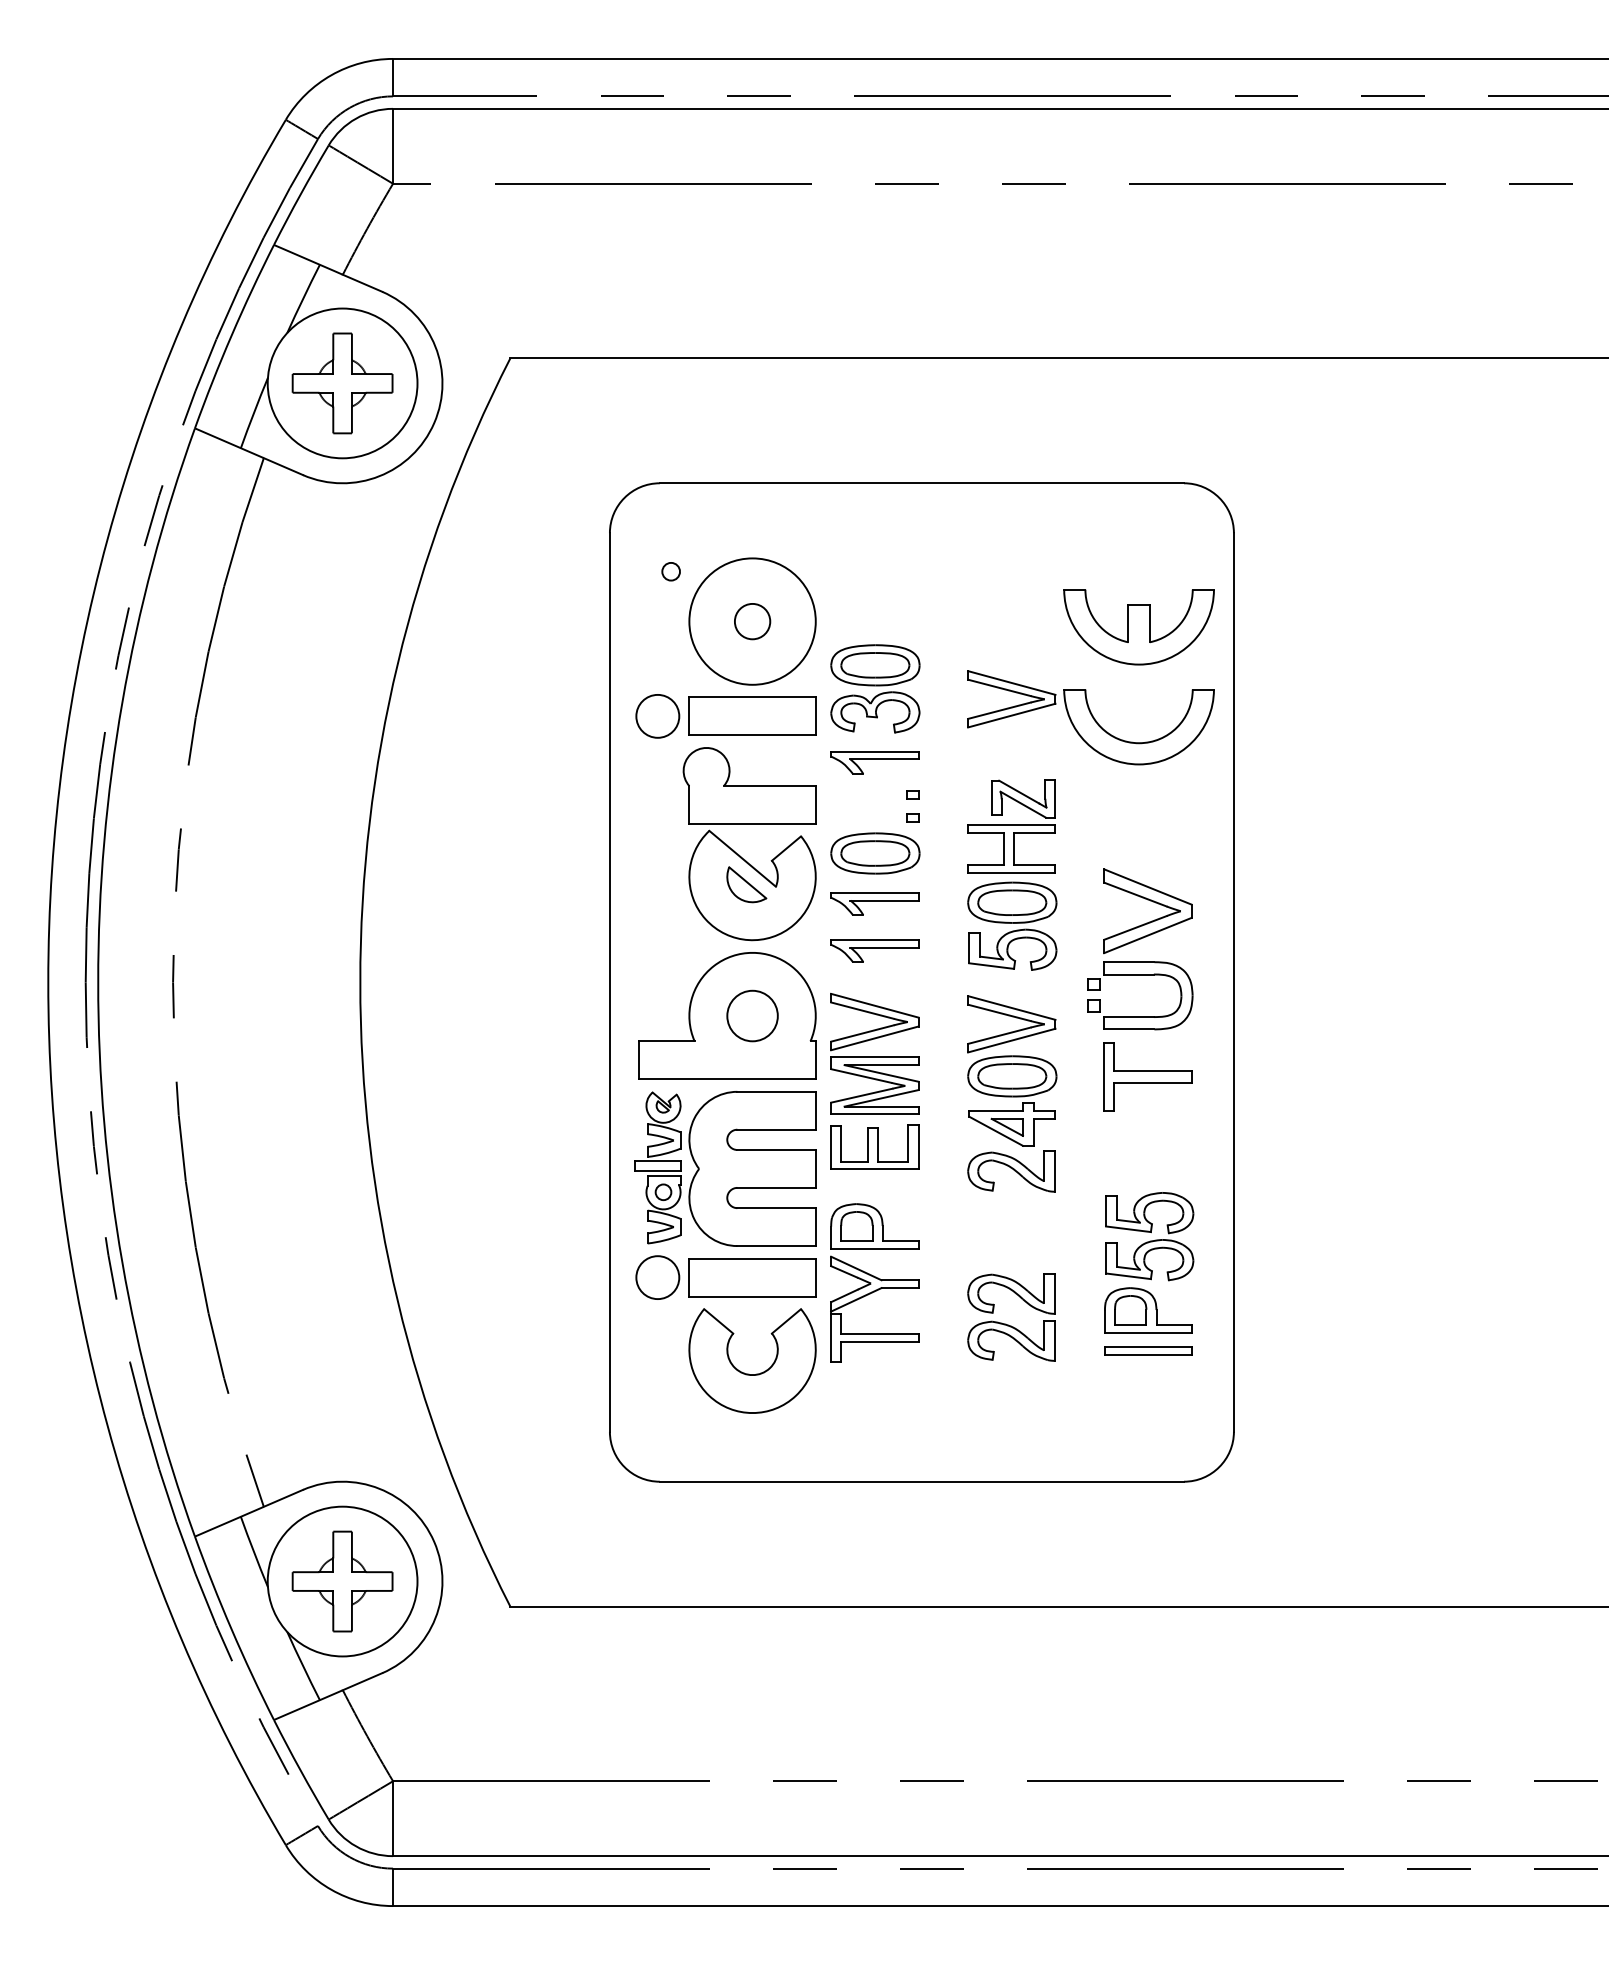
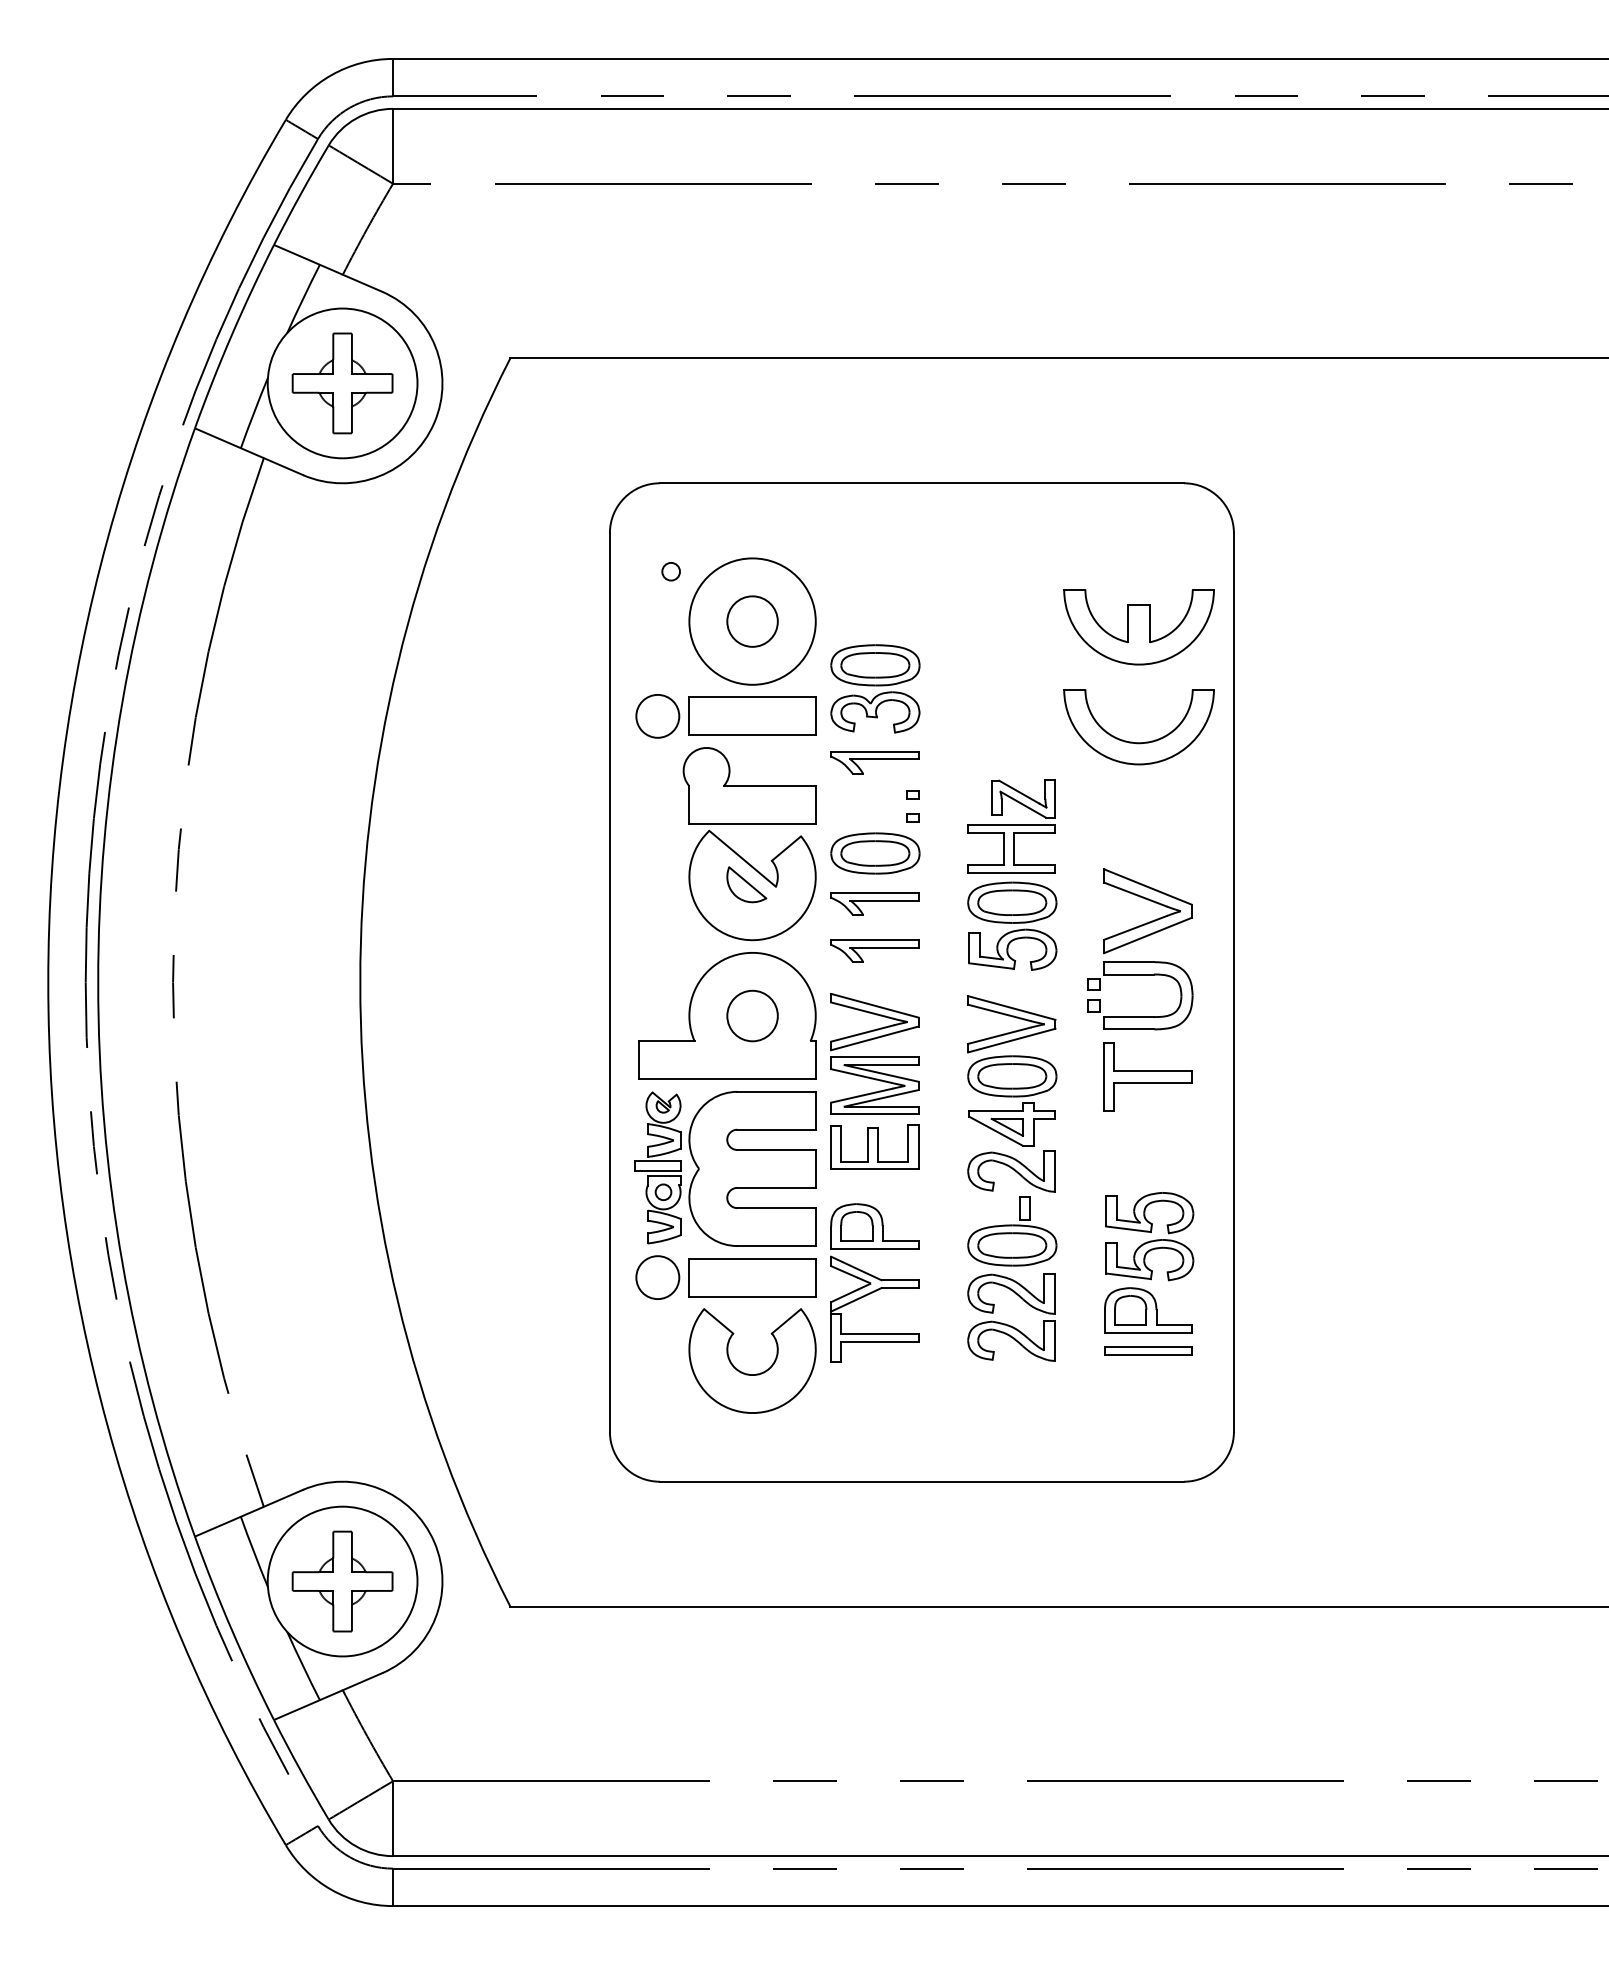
circle at (752, 621) diameter: 35 px -> 51 px
part at (1014, 705): present -> none
part at (1012, 1231): none -> present
